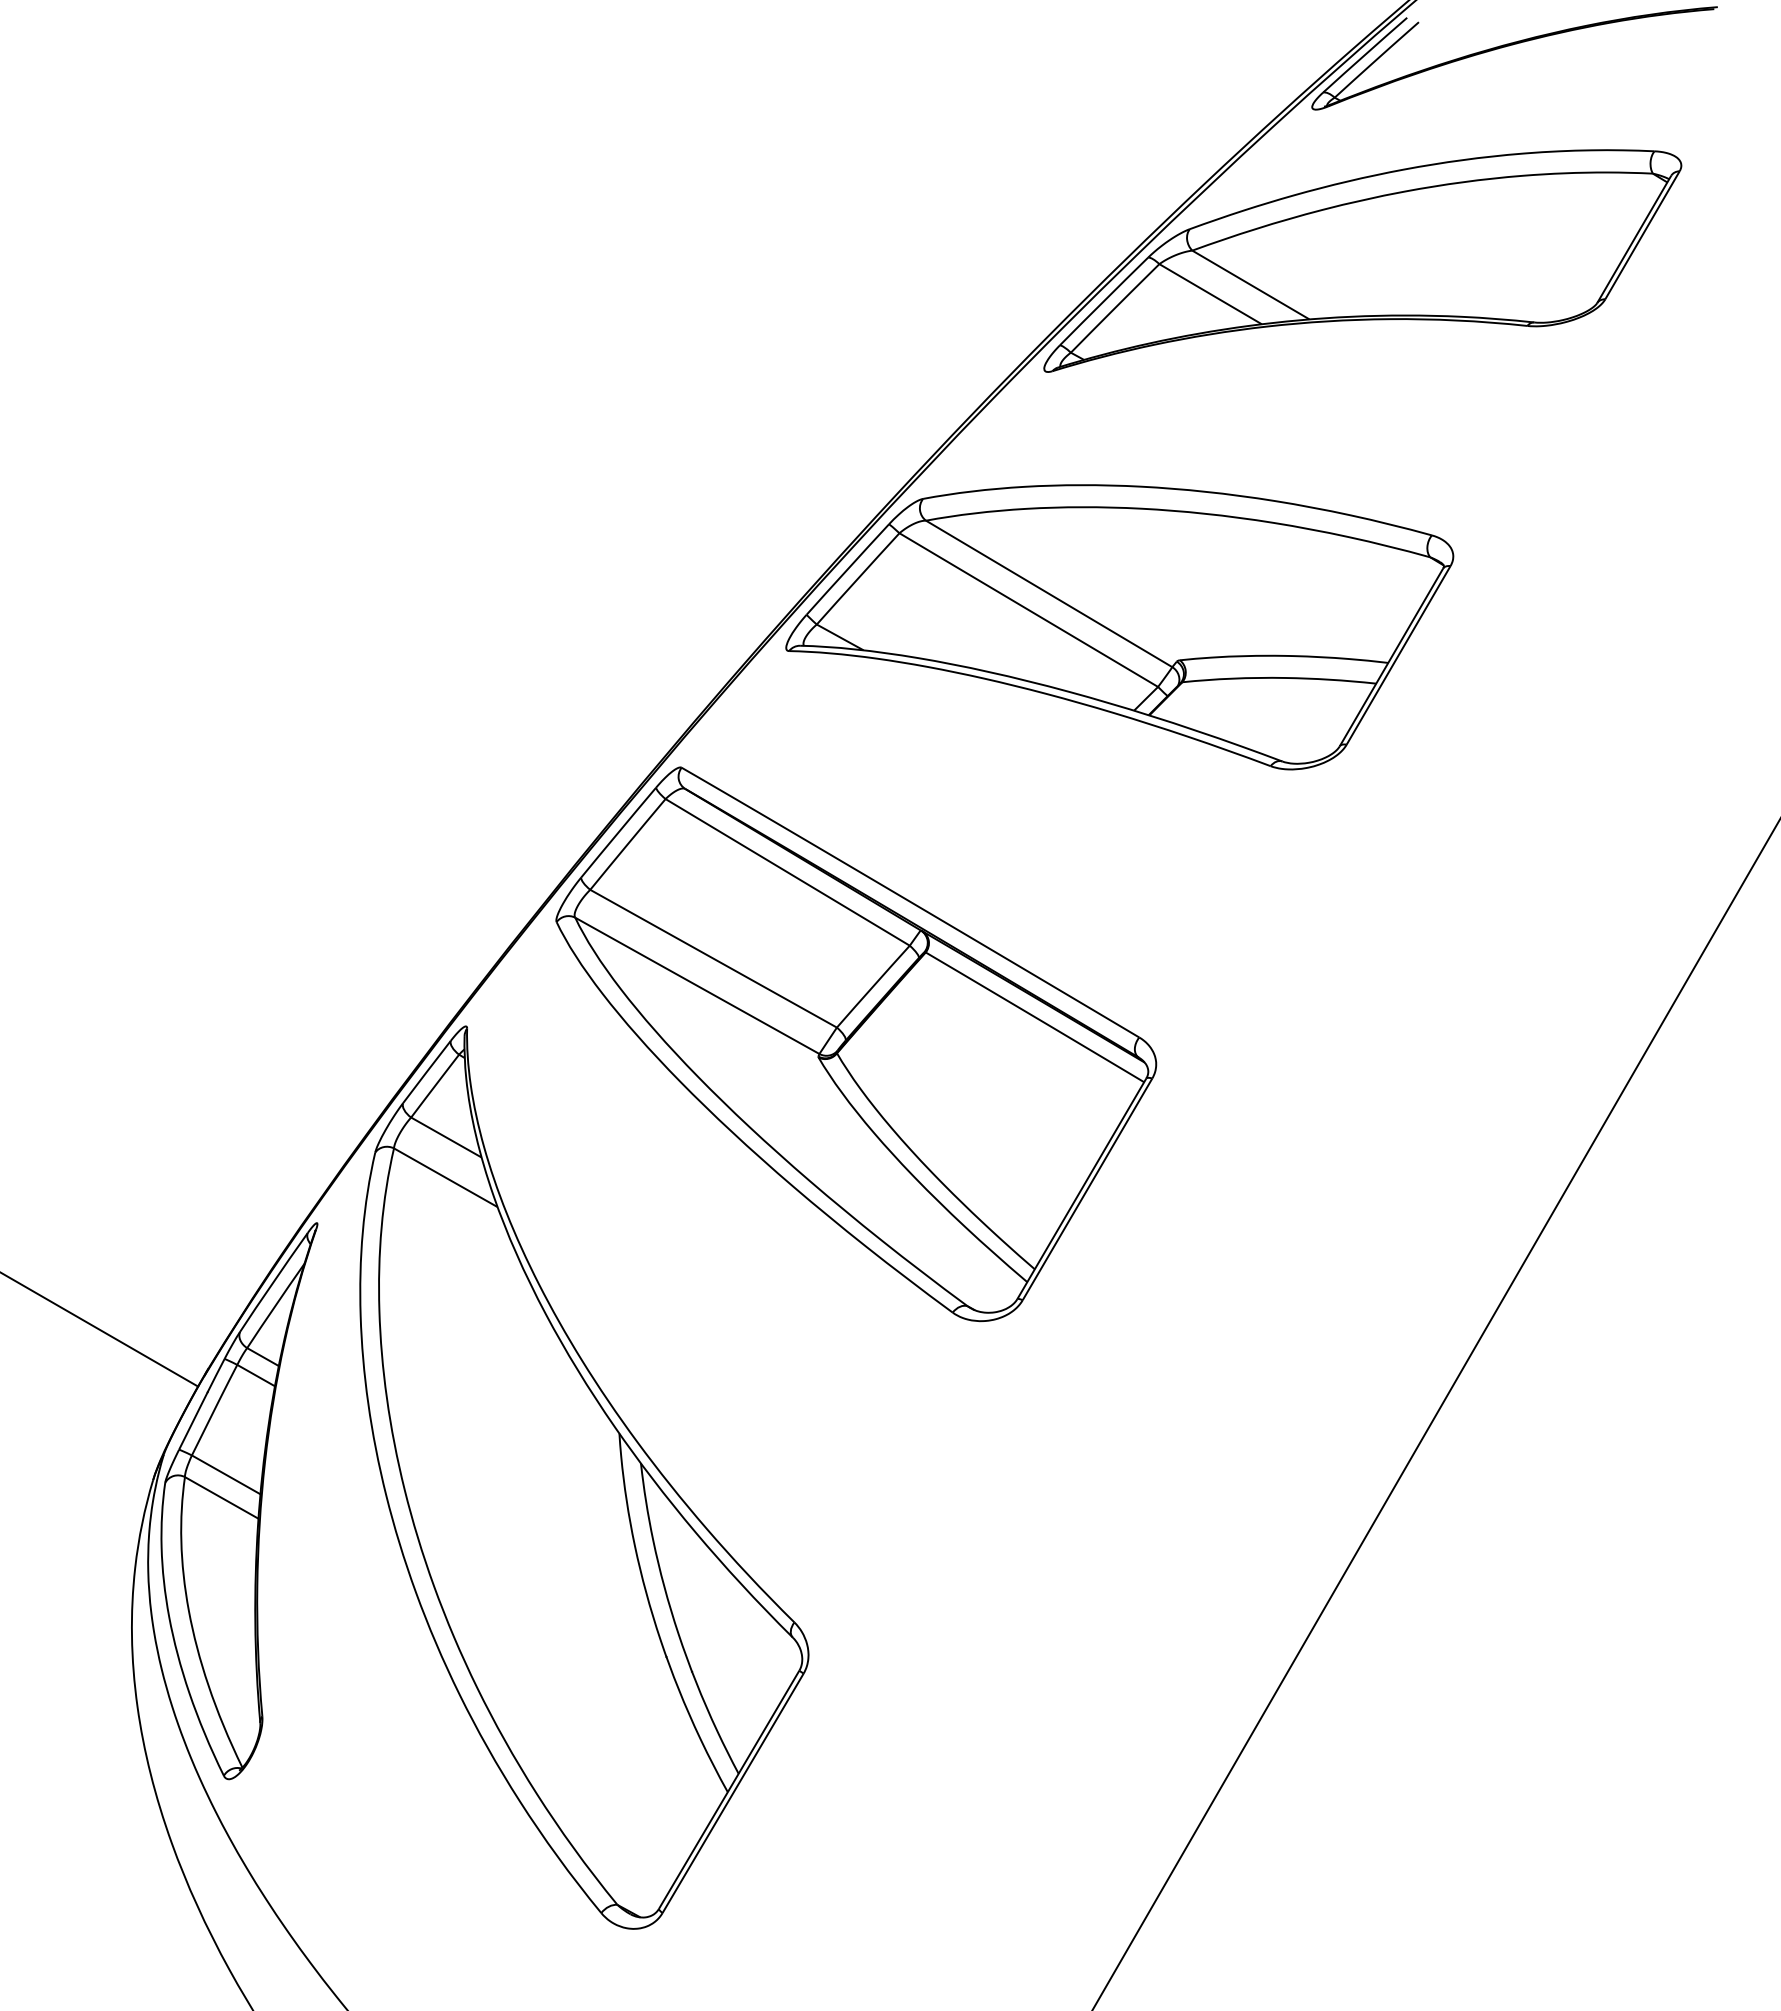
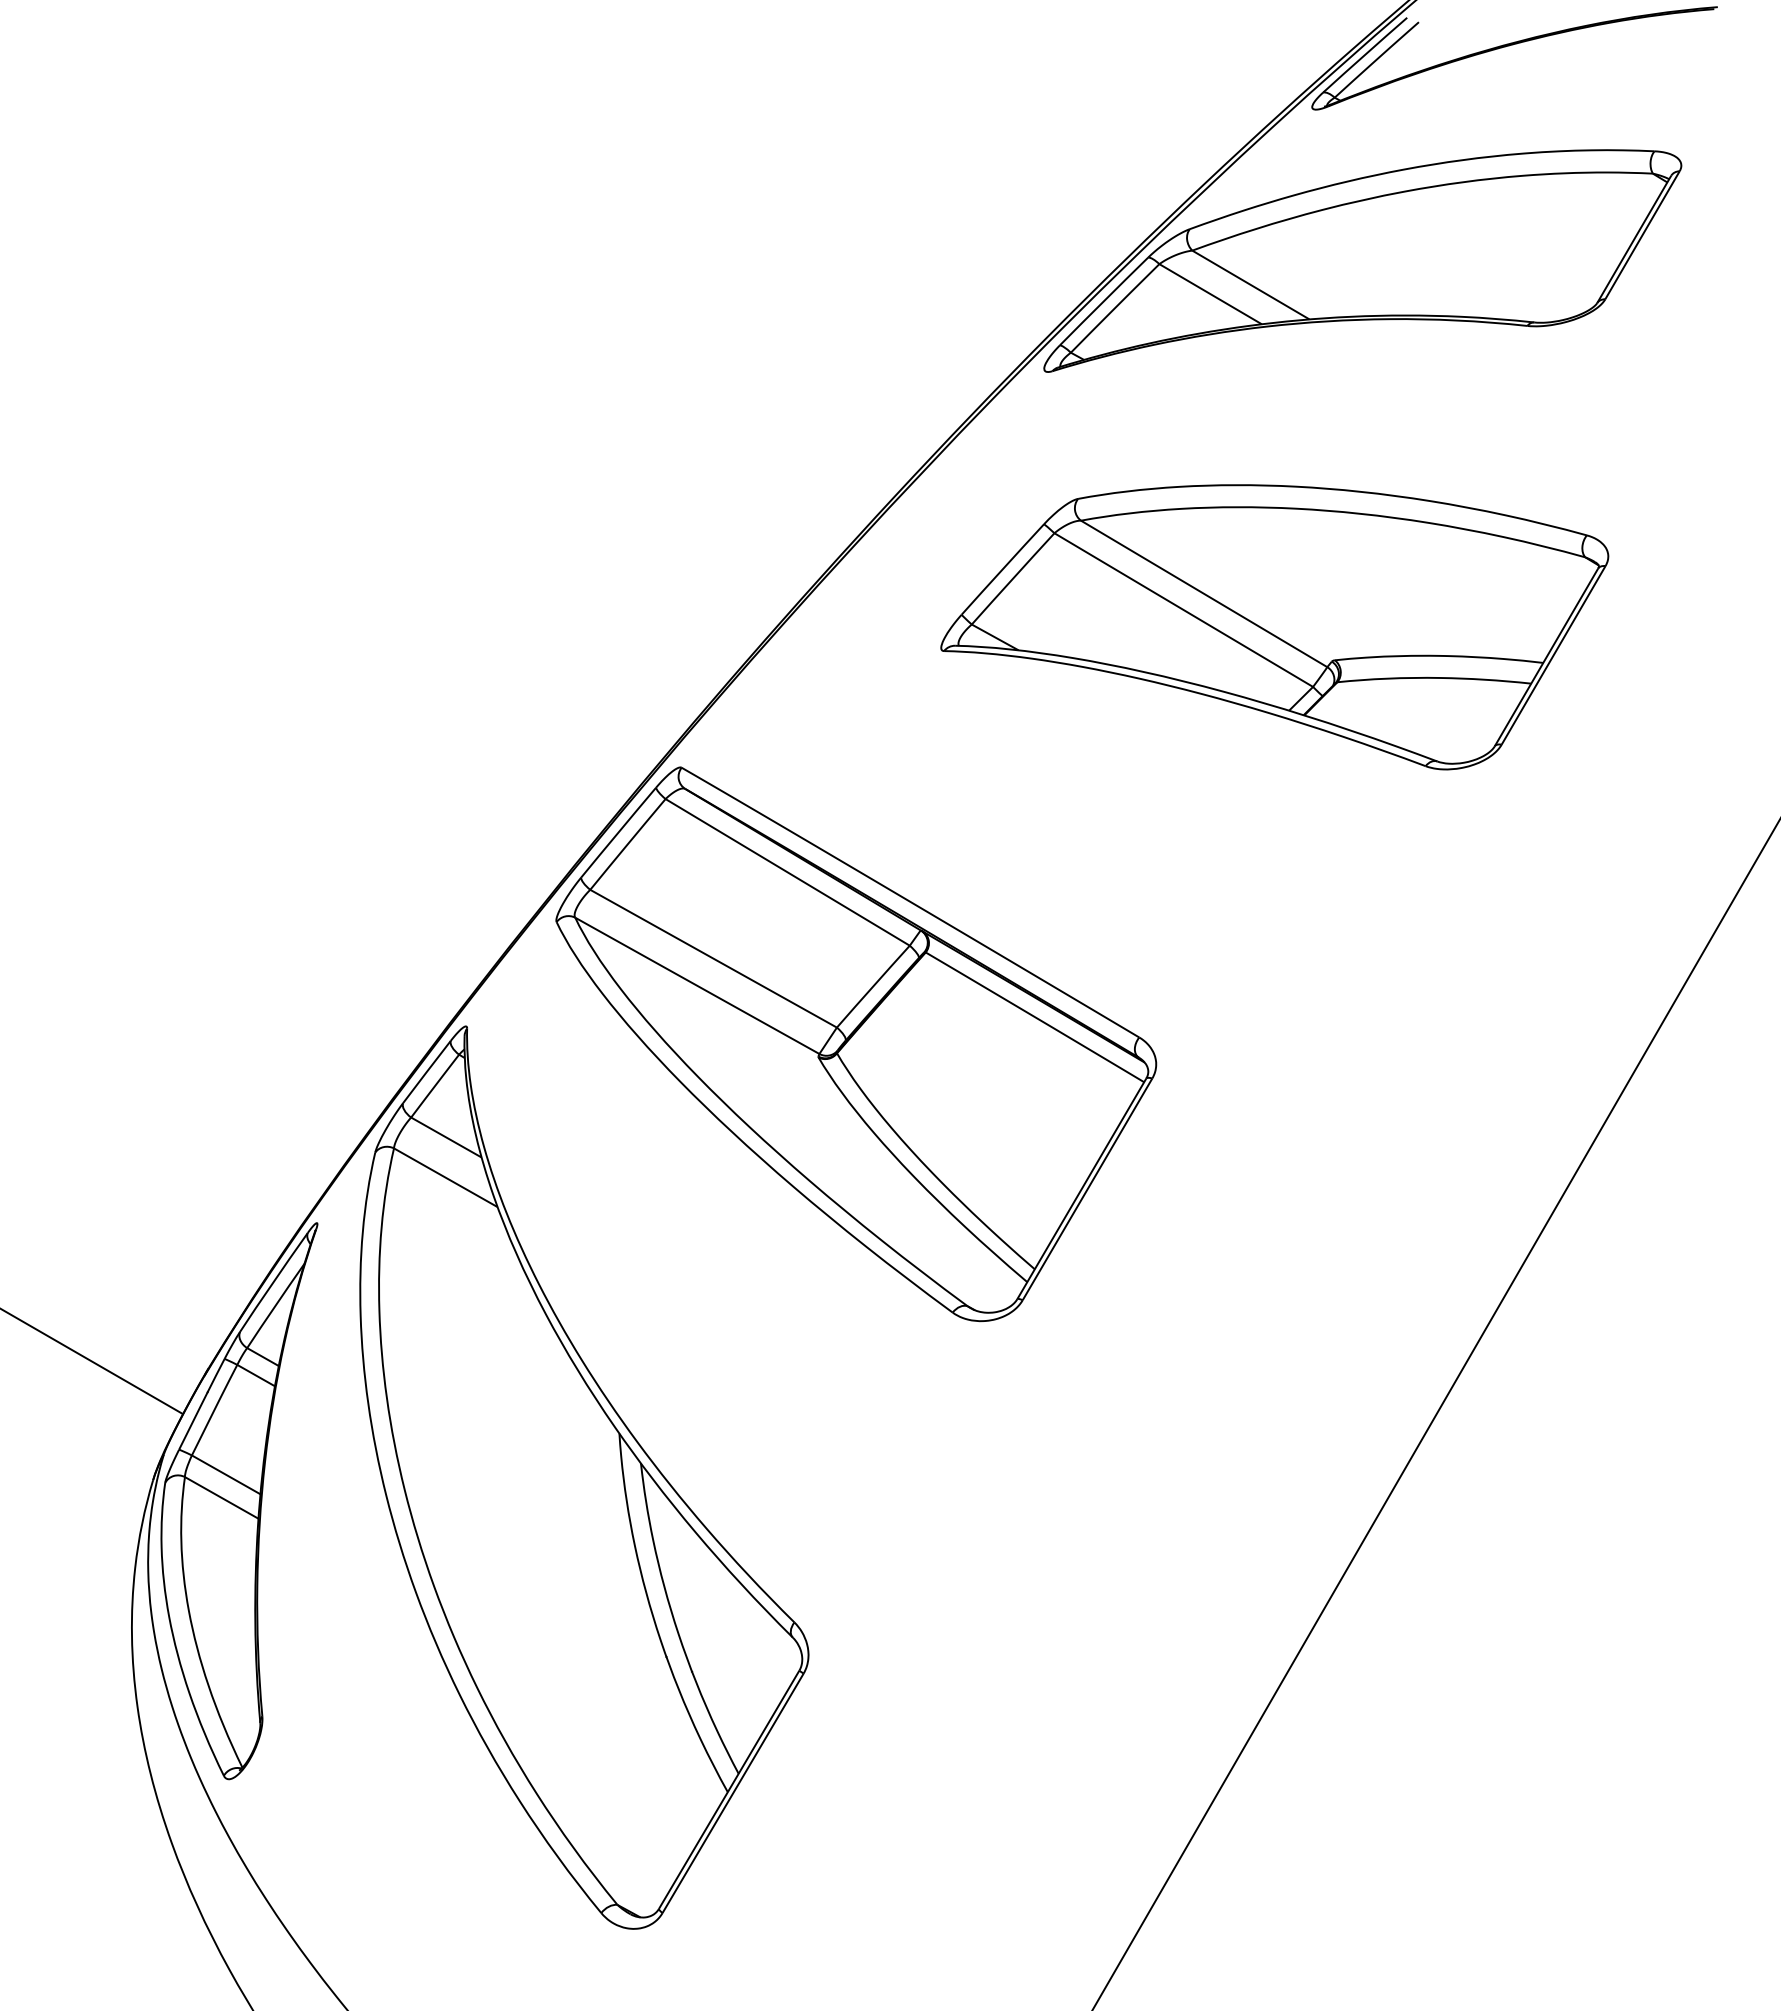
part at (1119, 627) position: (1119, 627) -> (1274, 627)
line at (100, 1329) position: (100, 1329) -> (92, 1361)
